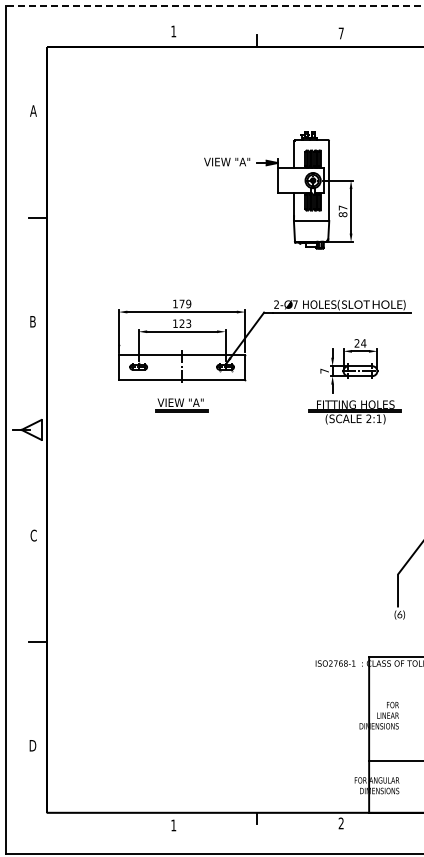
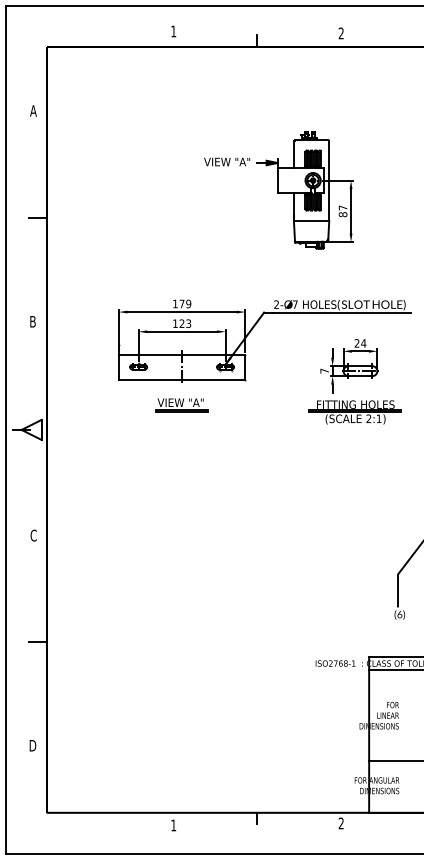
line at (214, 6): dashed -> solid
text at (340, 33): 7 -> 2
line at (394, 670): none -> present
